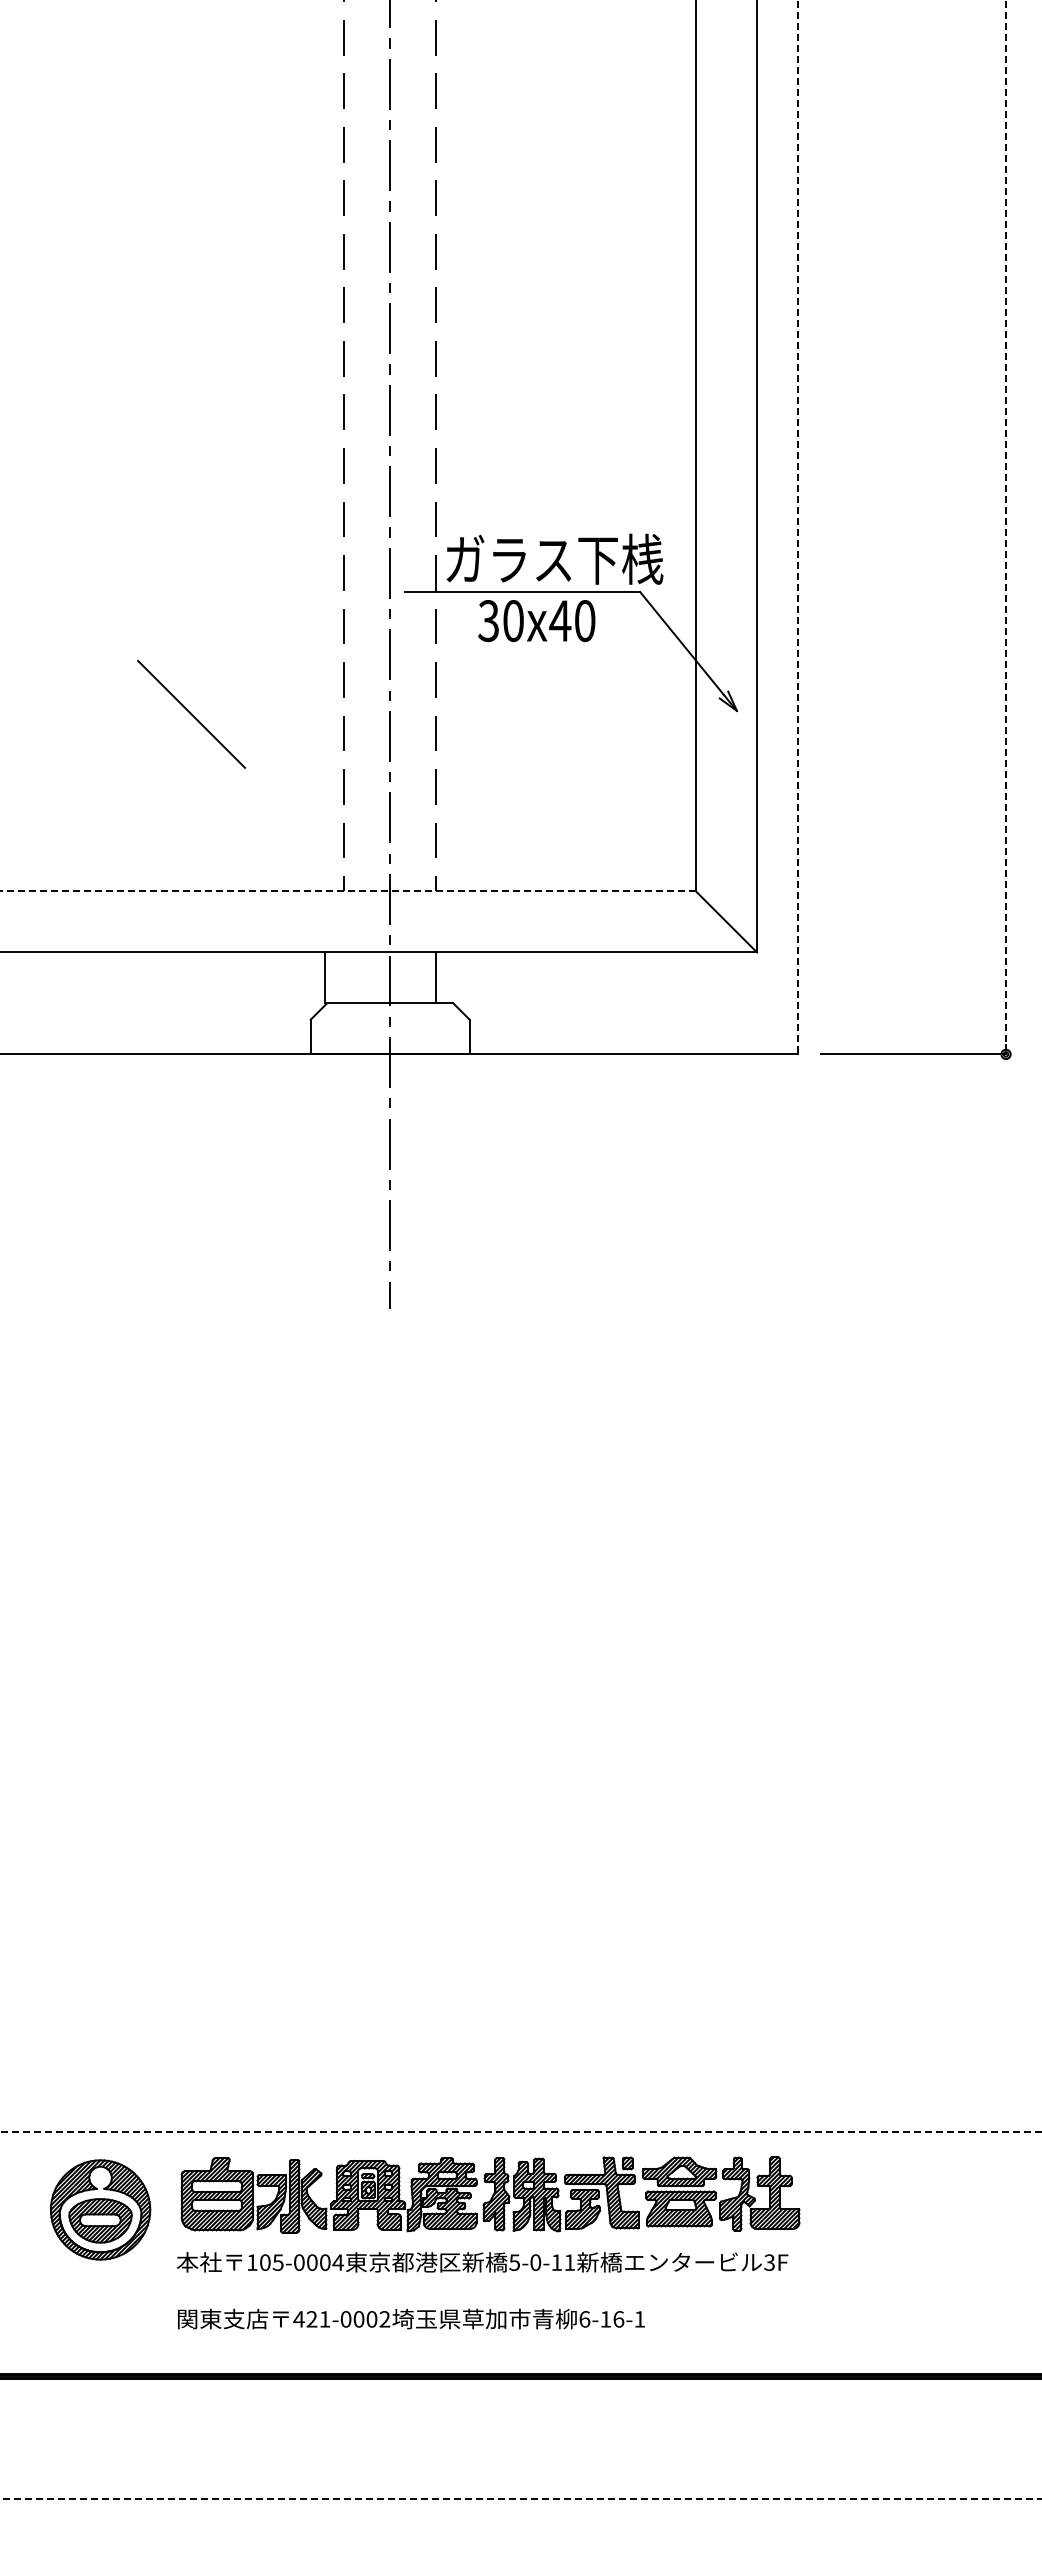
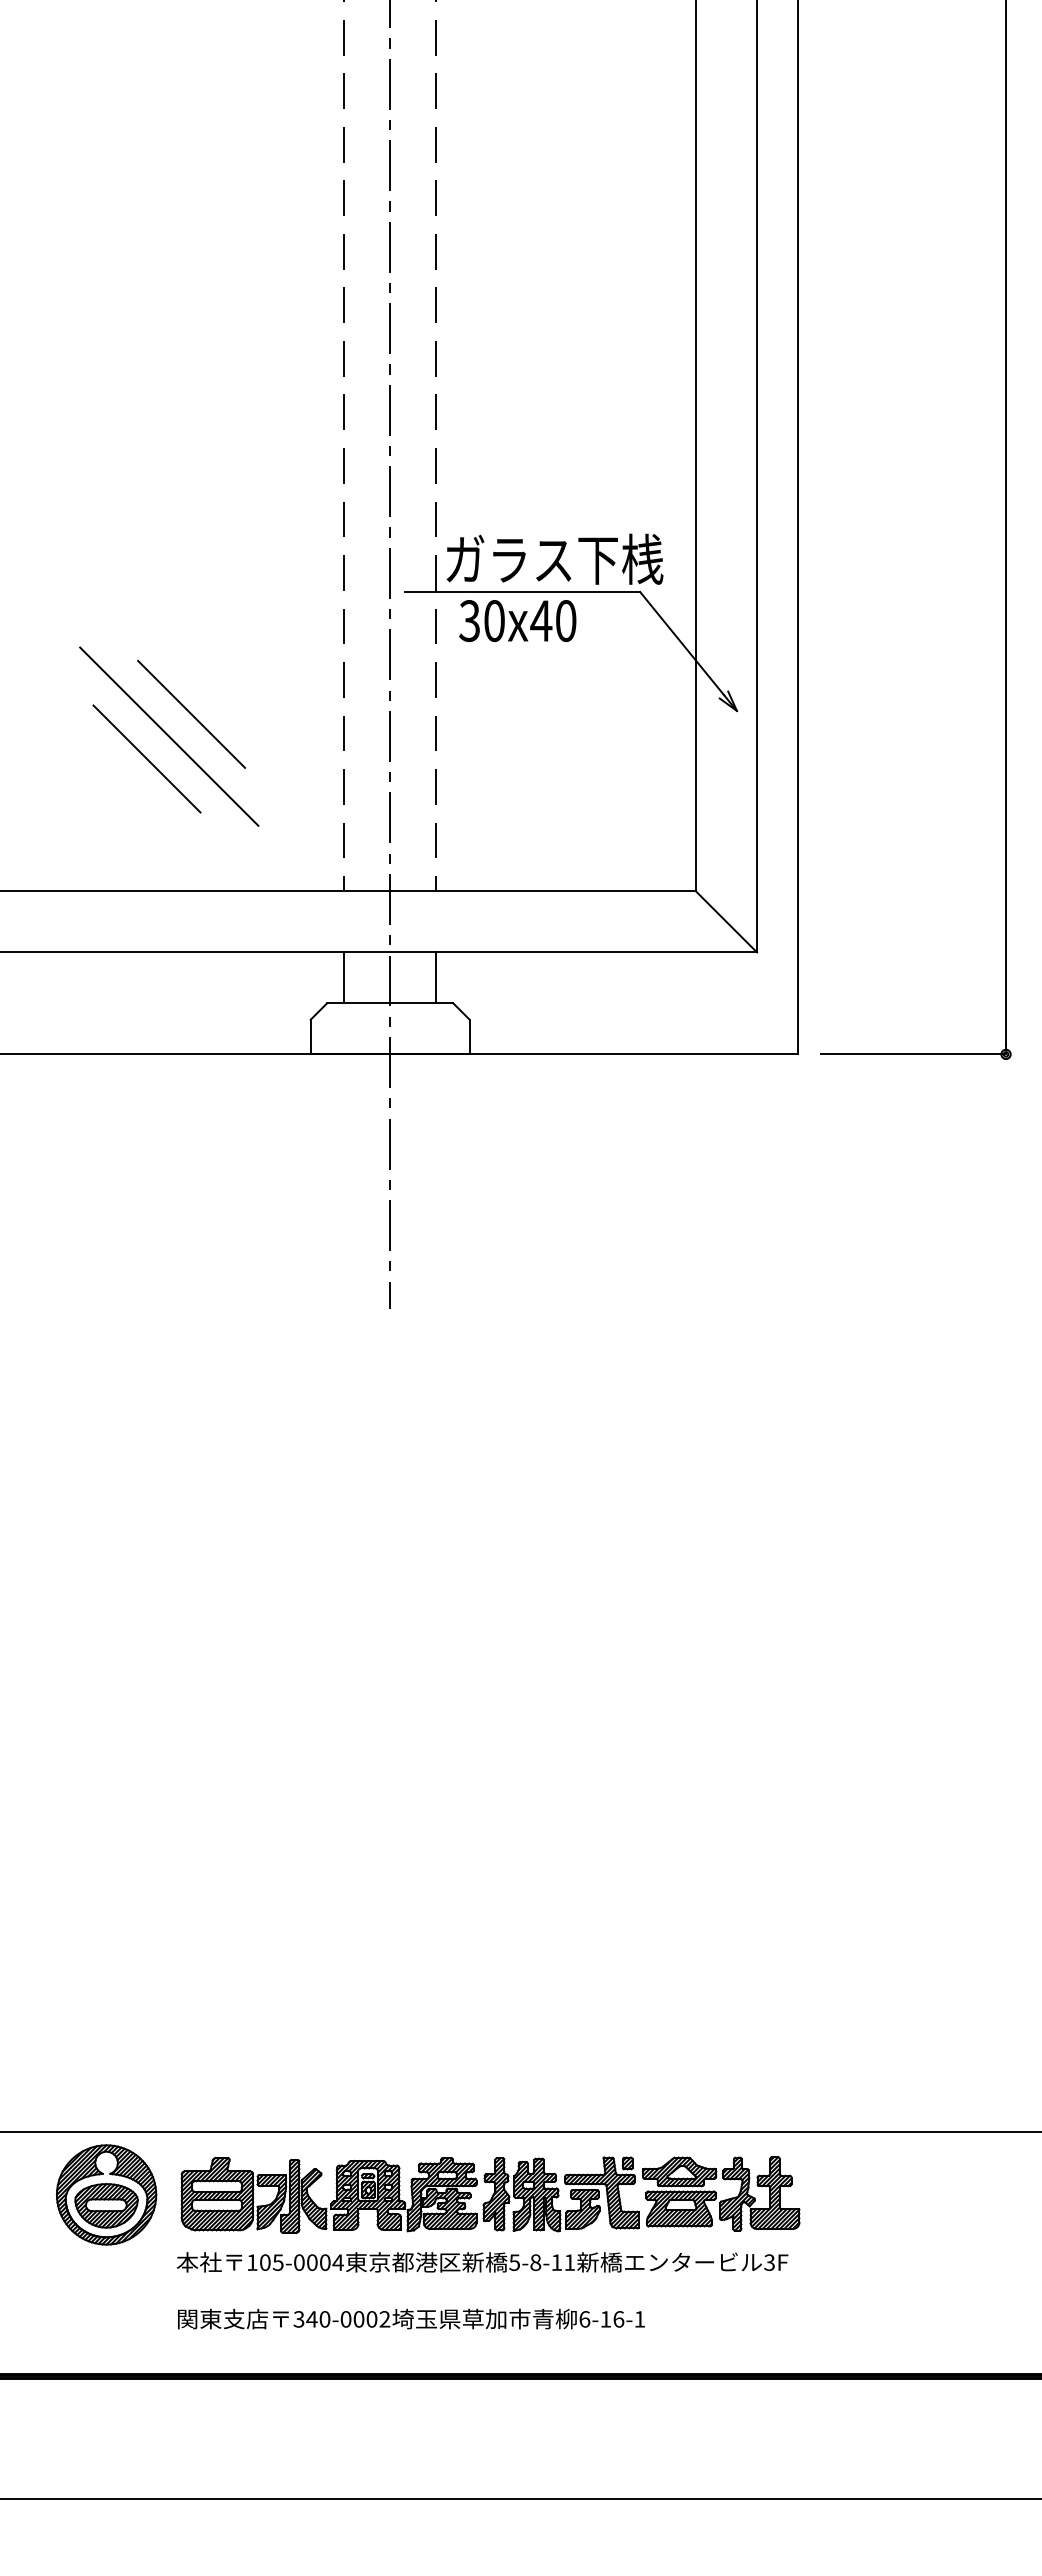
line at (1006, 523): dashed -> solid
line at (797, 527): dashed -> solid
text at (536, 621) position: (536, 621) -> (517, 621)
line at (169, 736): none -> present
line at (146, 758): none -> present
line at (348, 891): dashed -> solid
line at (325, 977) position: (325, 977) -> (344, 977)
line at (521, 2131): dashed -> solid
part at (100, 2209) position: (100, 2209) -> (106, 2194)
text at (535, 2262): 5-0-11 -> 5-8-11
text at (311, 2319): 421-0002 -> 340-0002
line at (521, 2498): dashed -> solid
